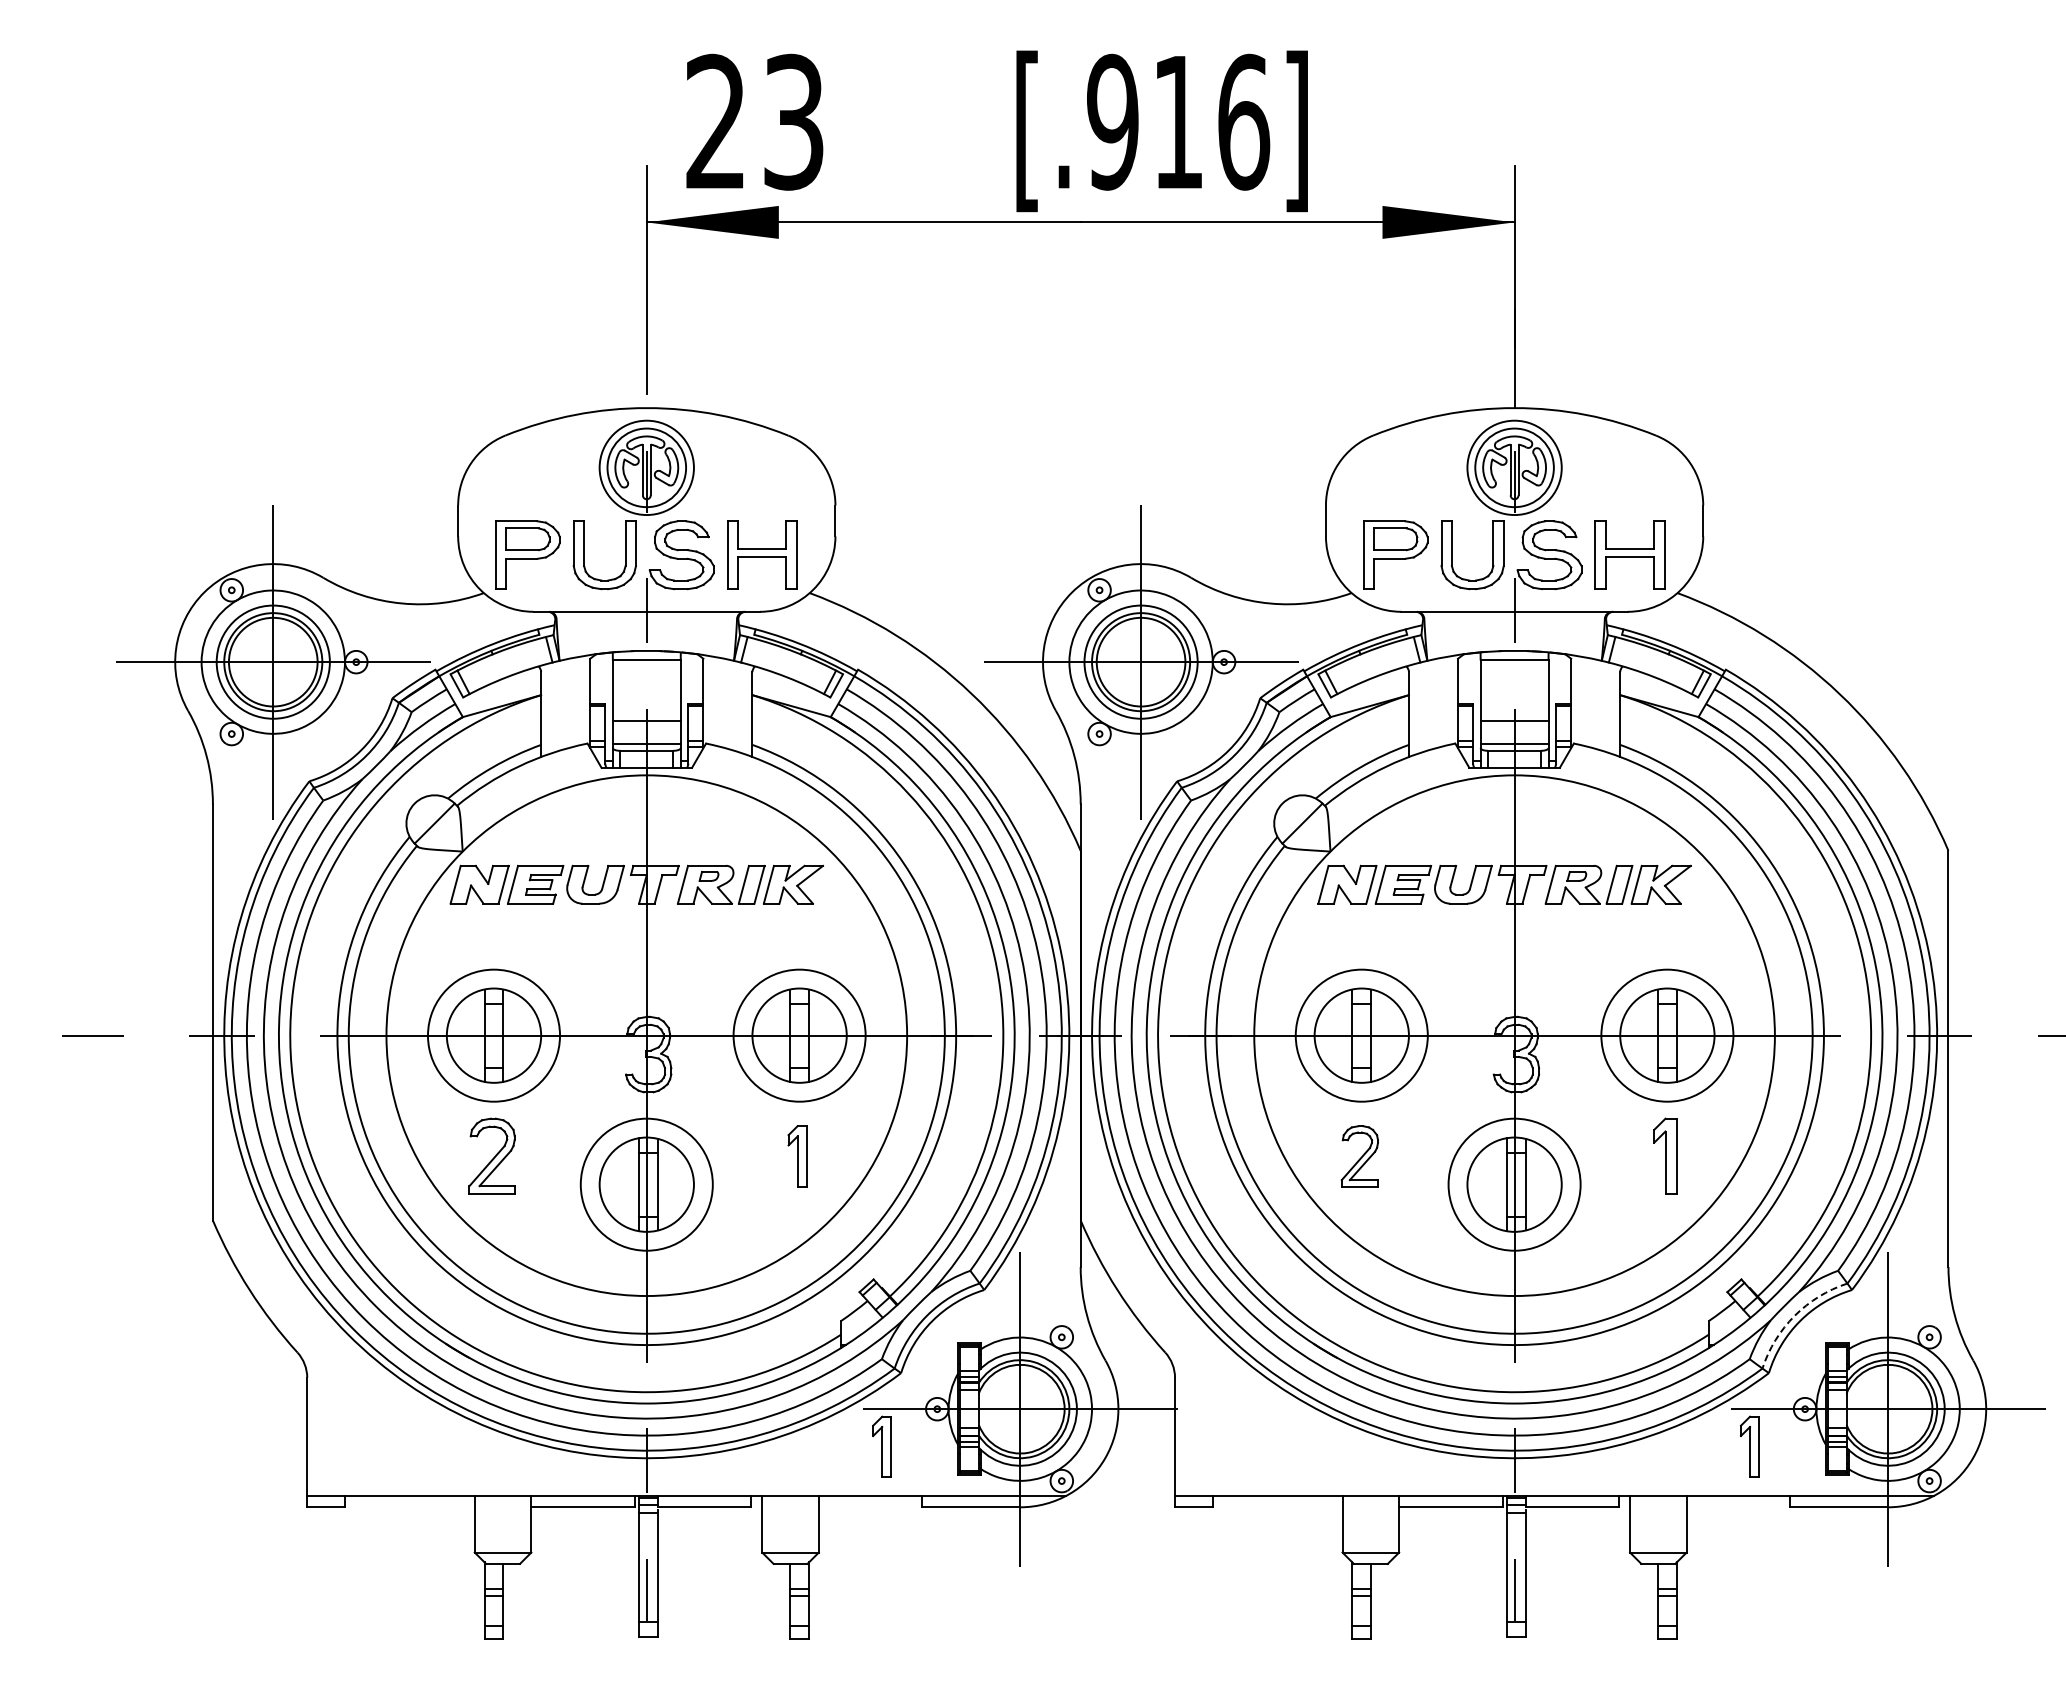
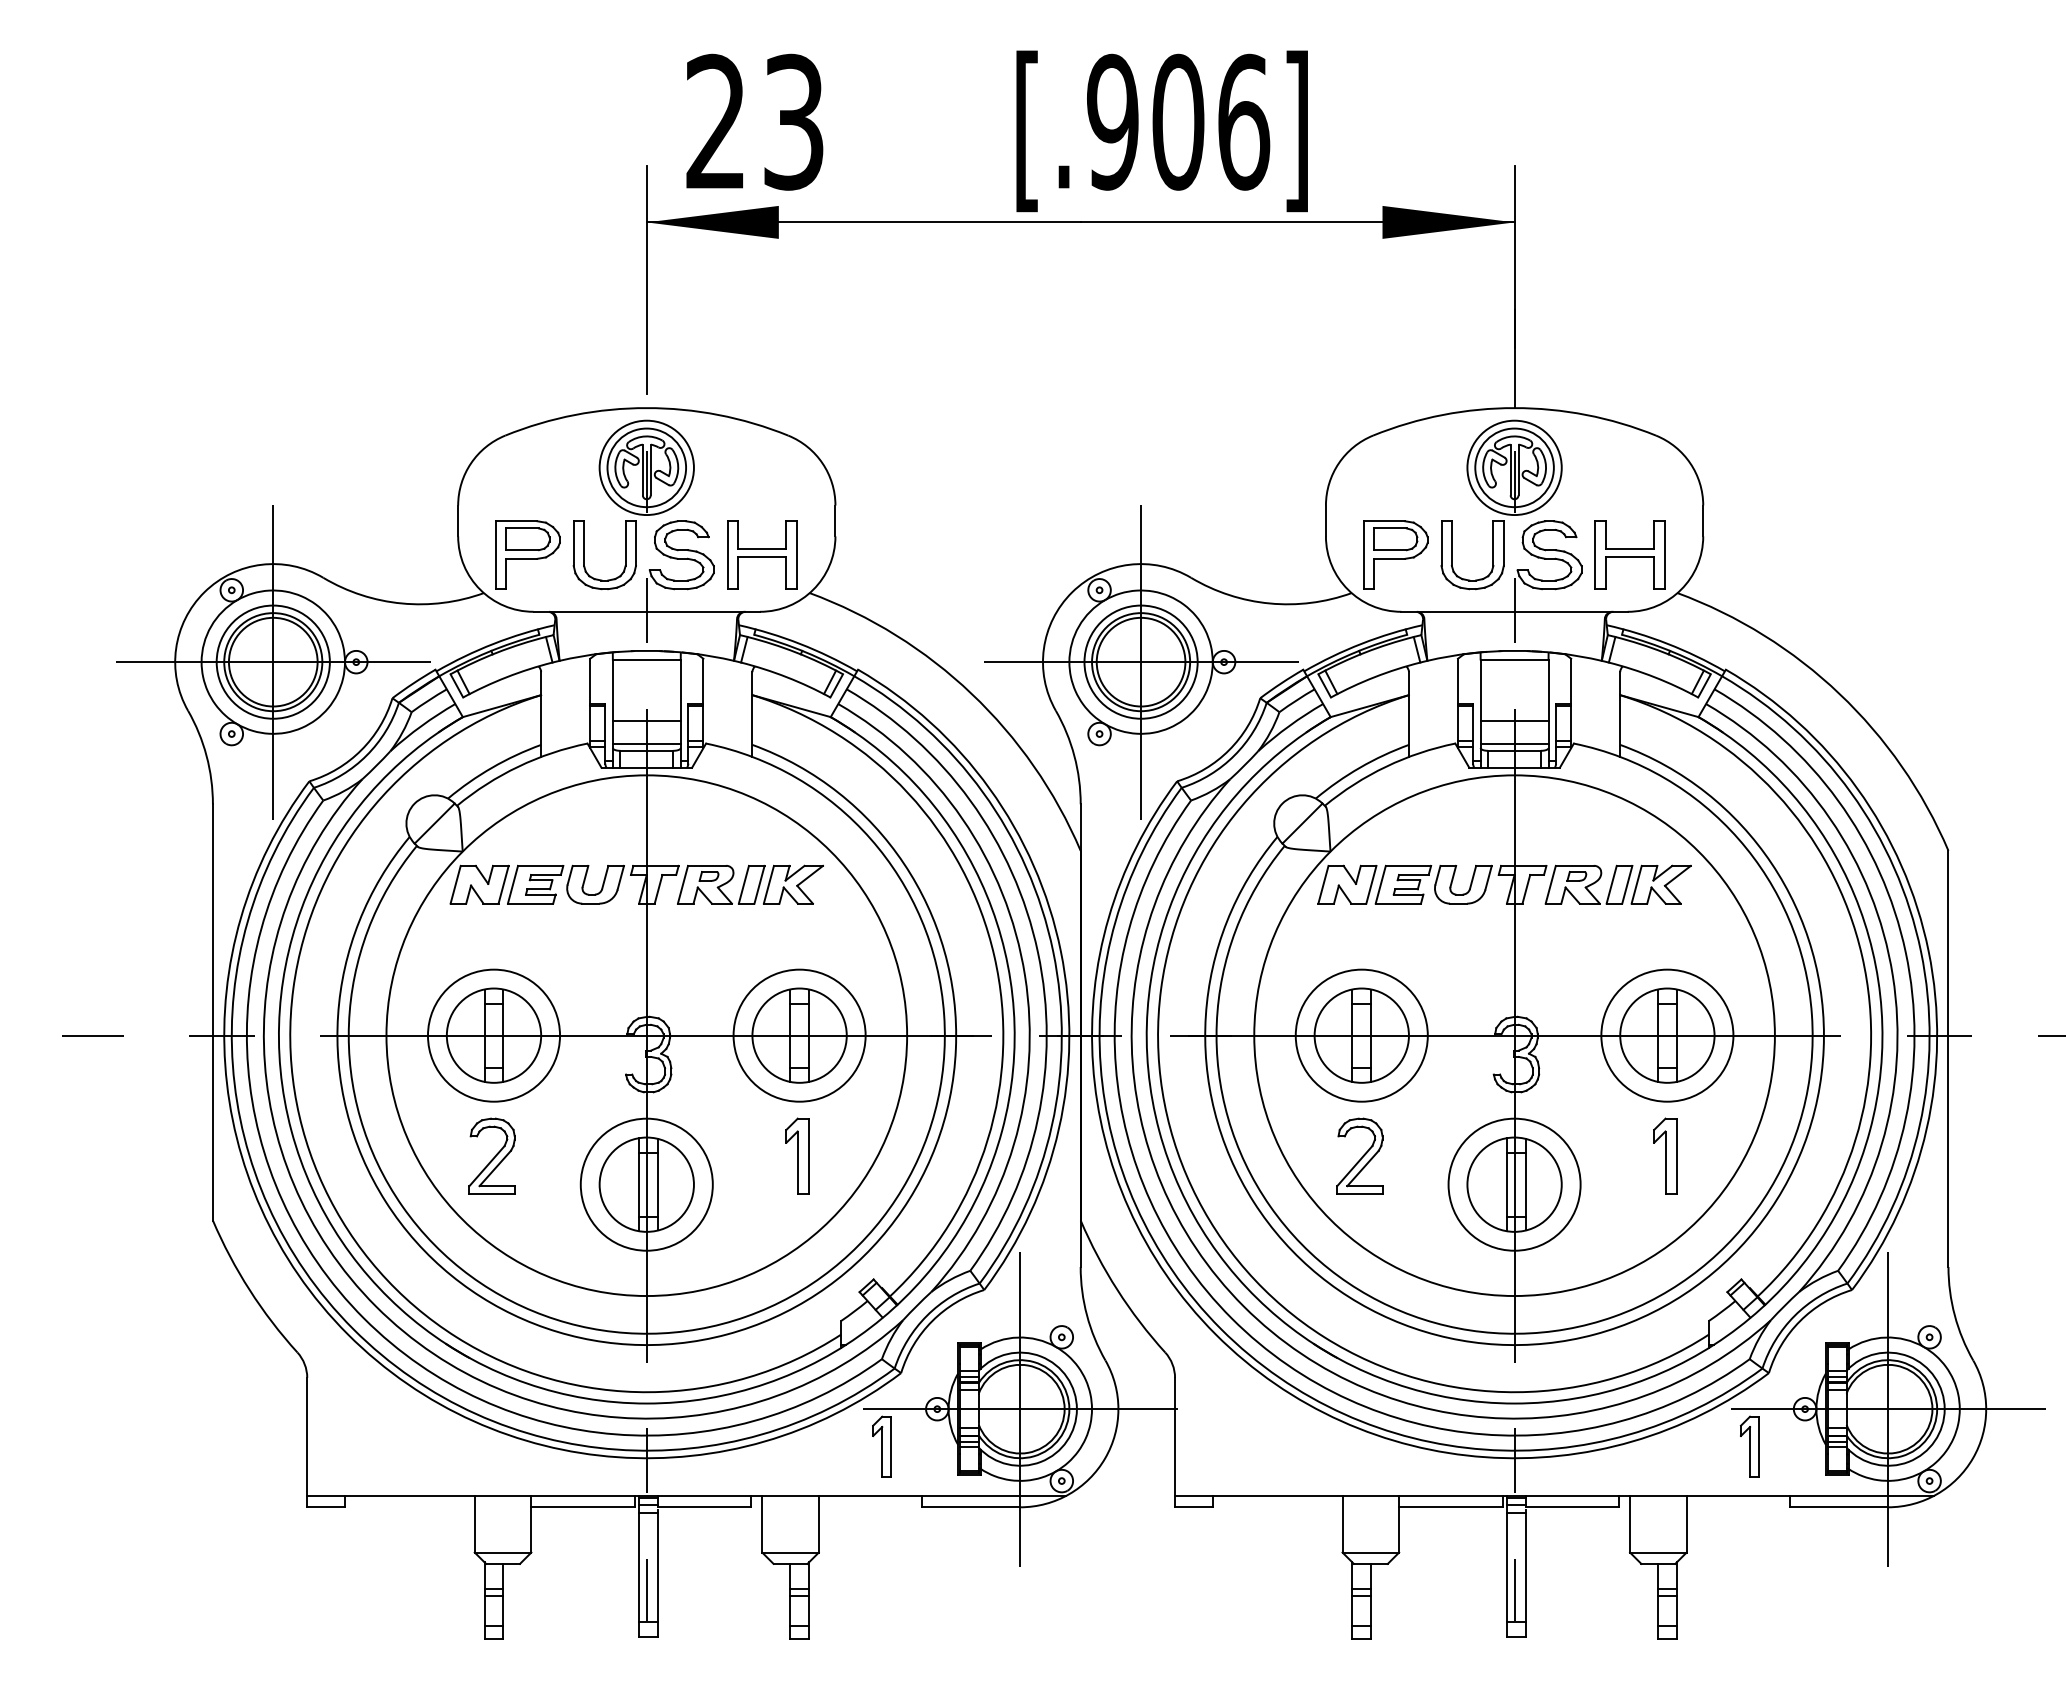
text at (1178, 121): [.916] -> [.906]
part at (797, 1156) size: 21x63 px -> 25x78 px
part at (1359, 1156) size: 39x63 px -> 48x78 px
arc at (1794, 1315): dashed -> solid
